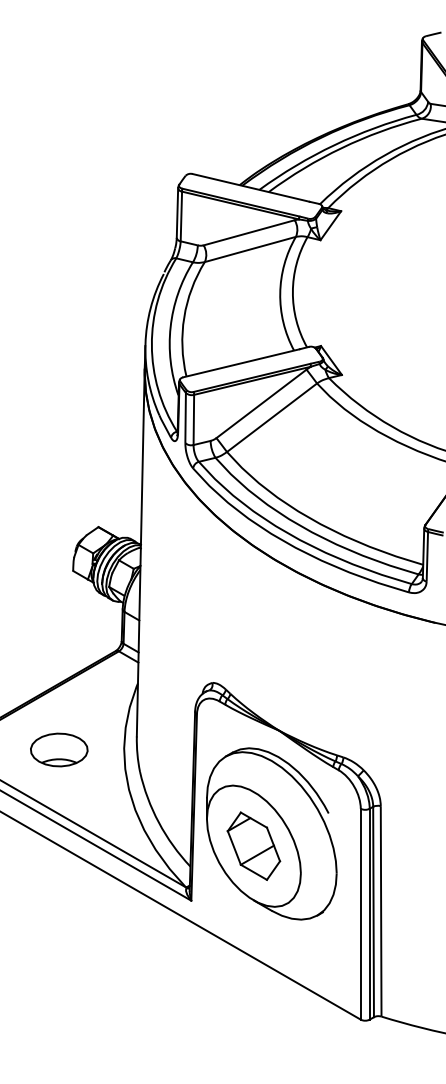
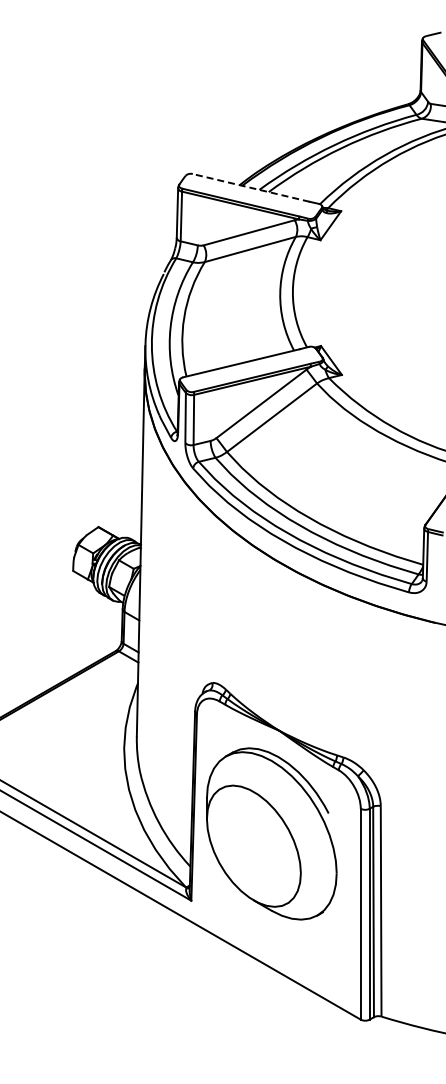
line at (250, 187): solid -> dashed
part at (59, 749): present -> none
part at (253, 845): present -> none
